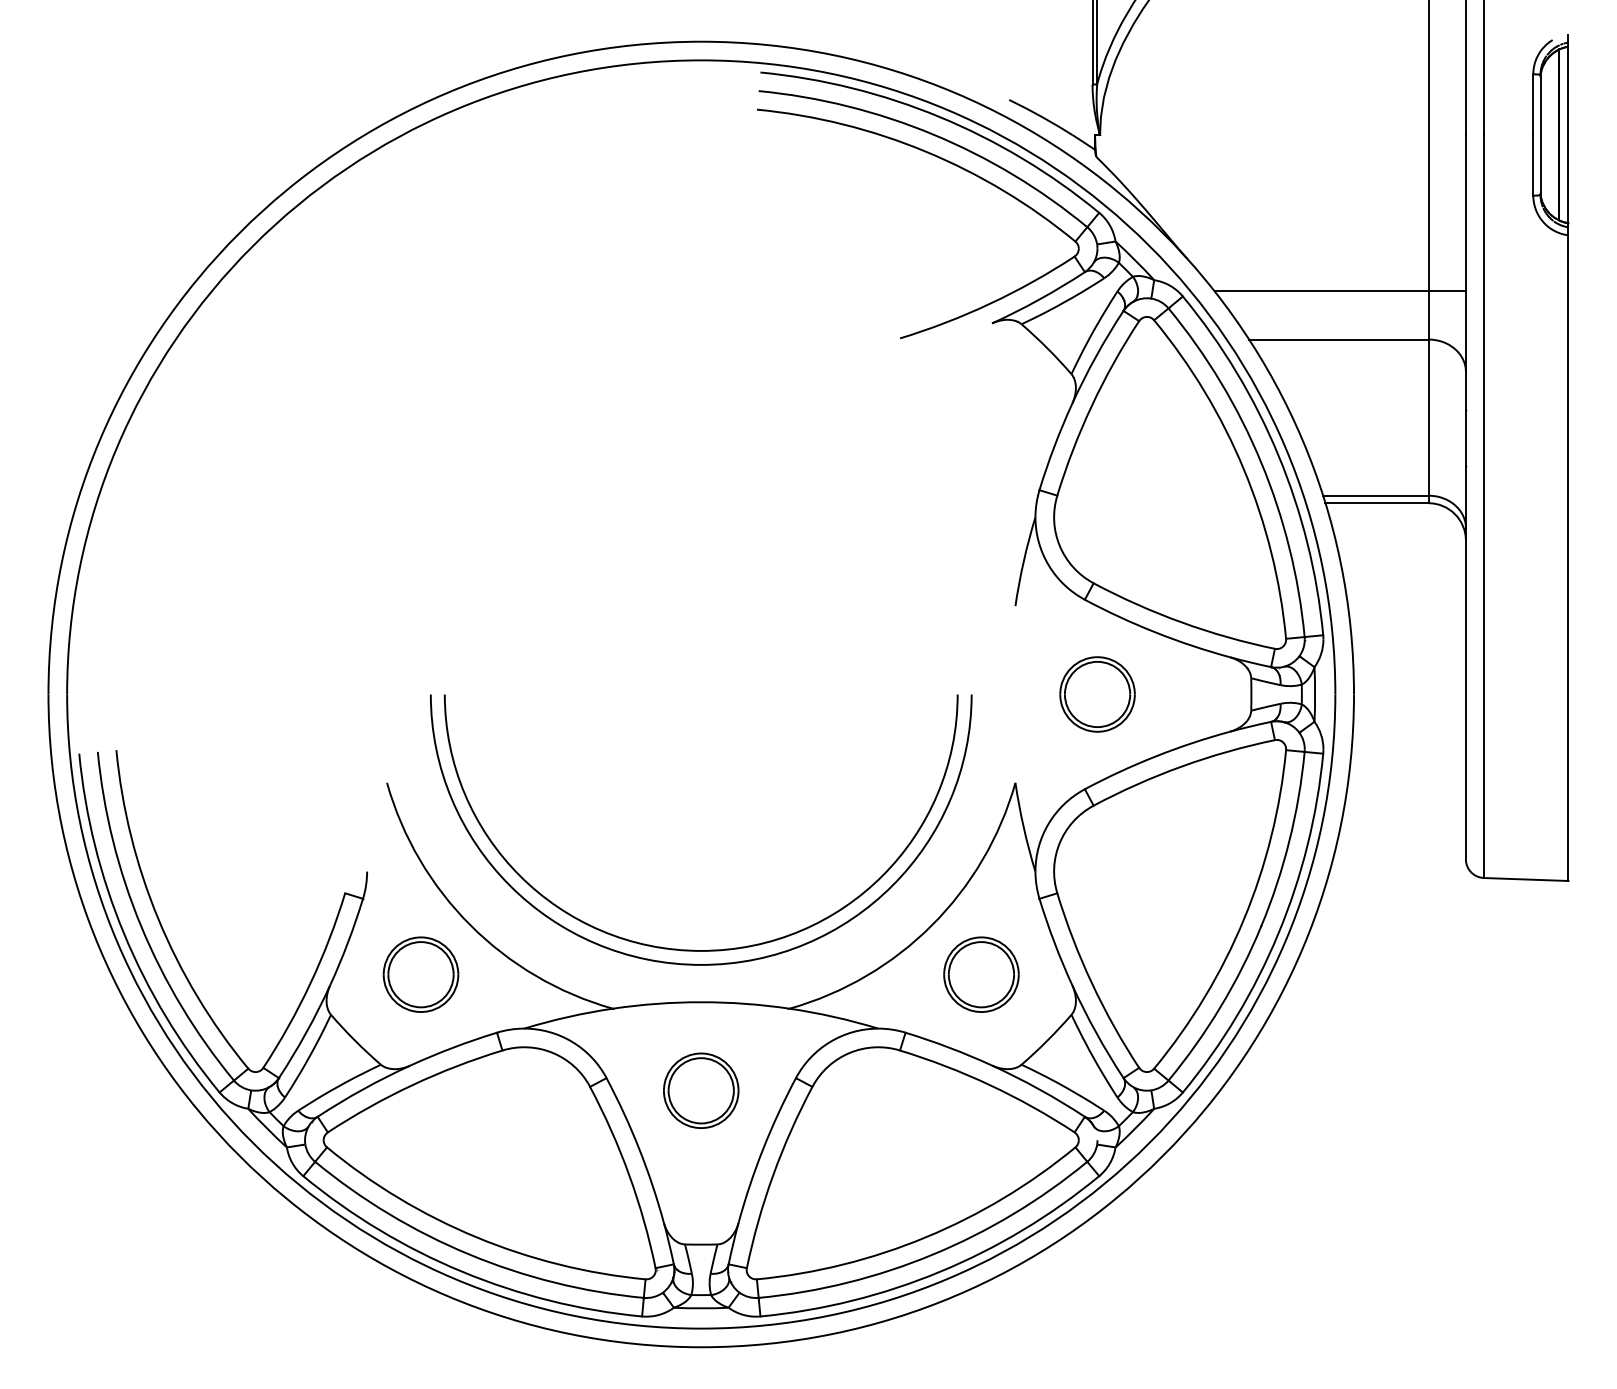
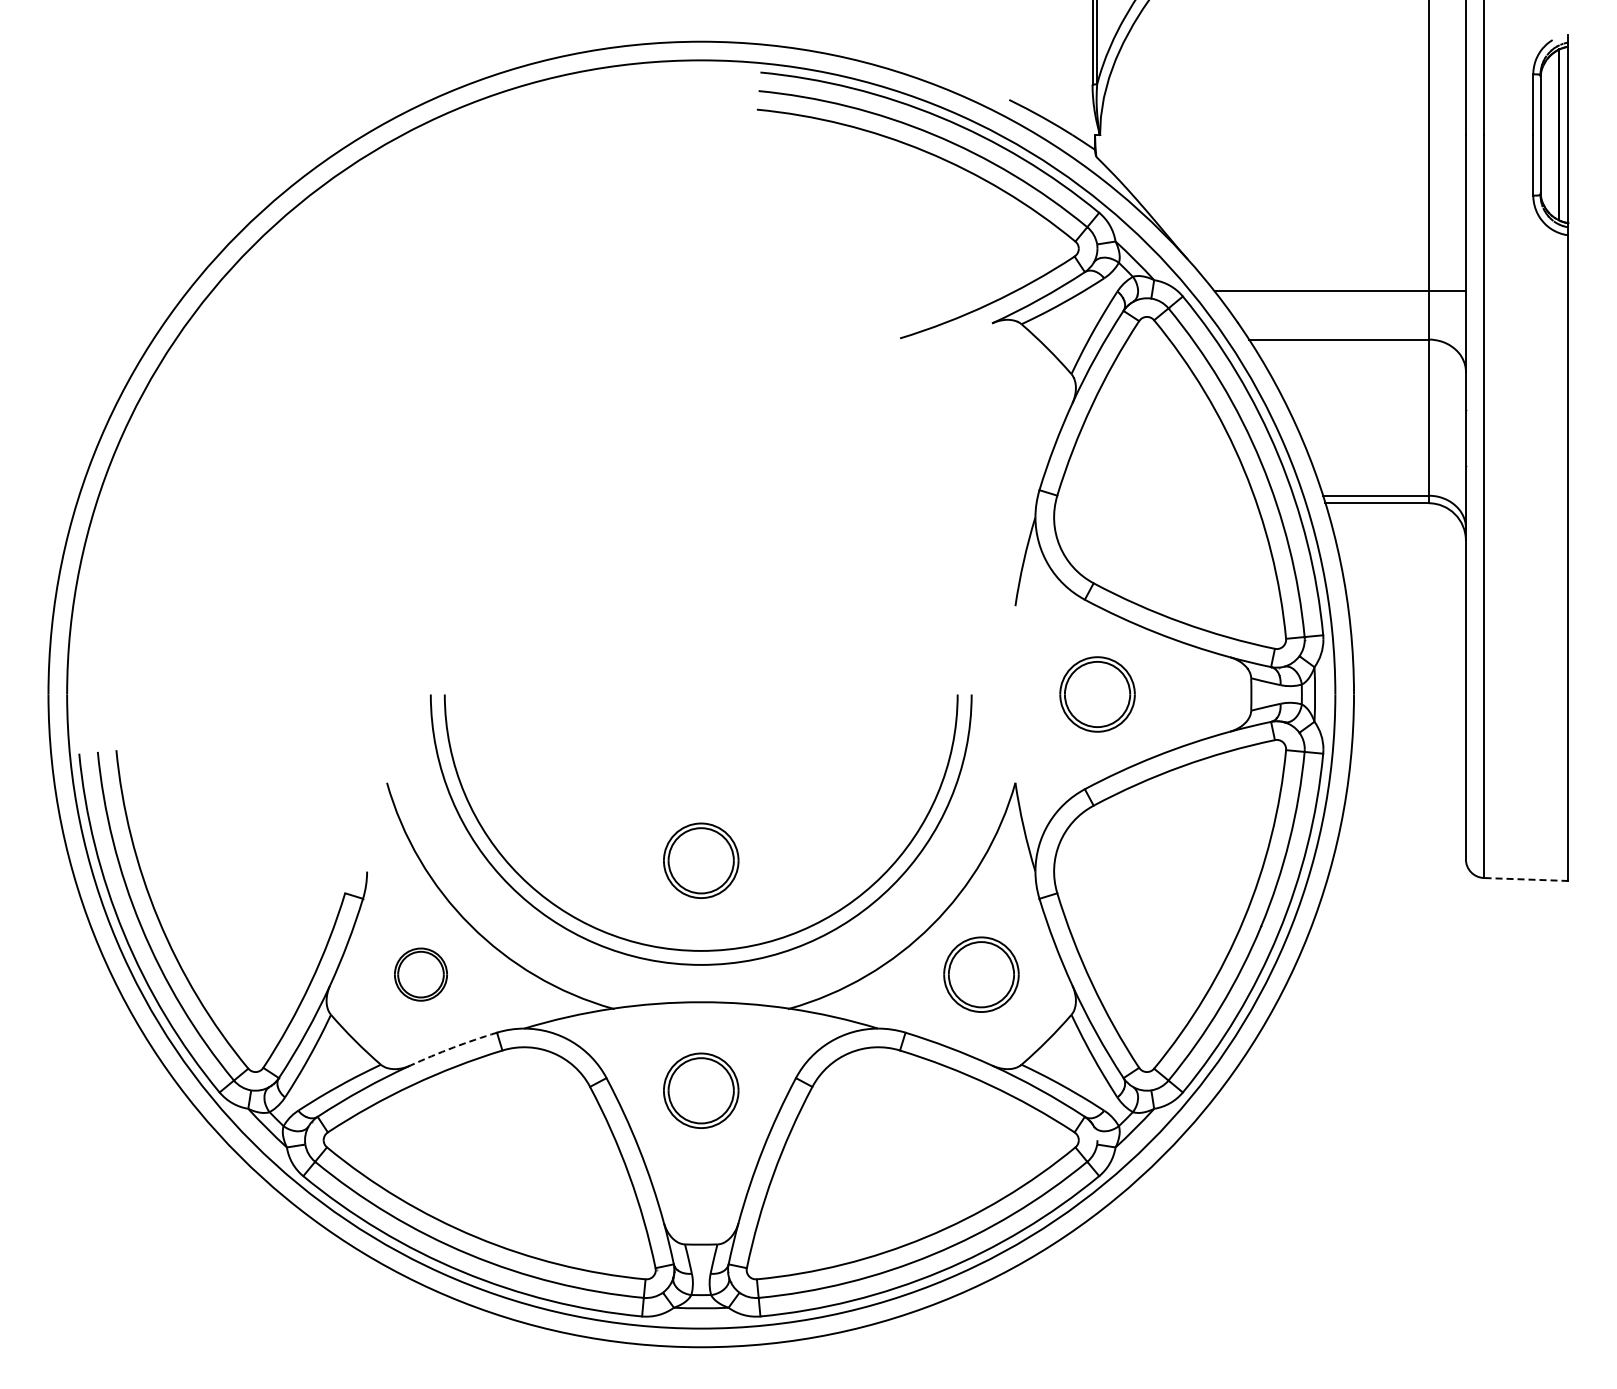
part at (701, 860): none -> present
line at (1525, 879): solid -> dashed
part at (420, 974) size: 78x77 px -> 54x55 px
arc at (453, 1047): solid -> dashed
